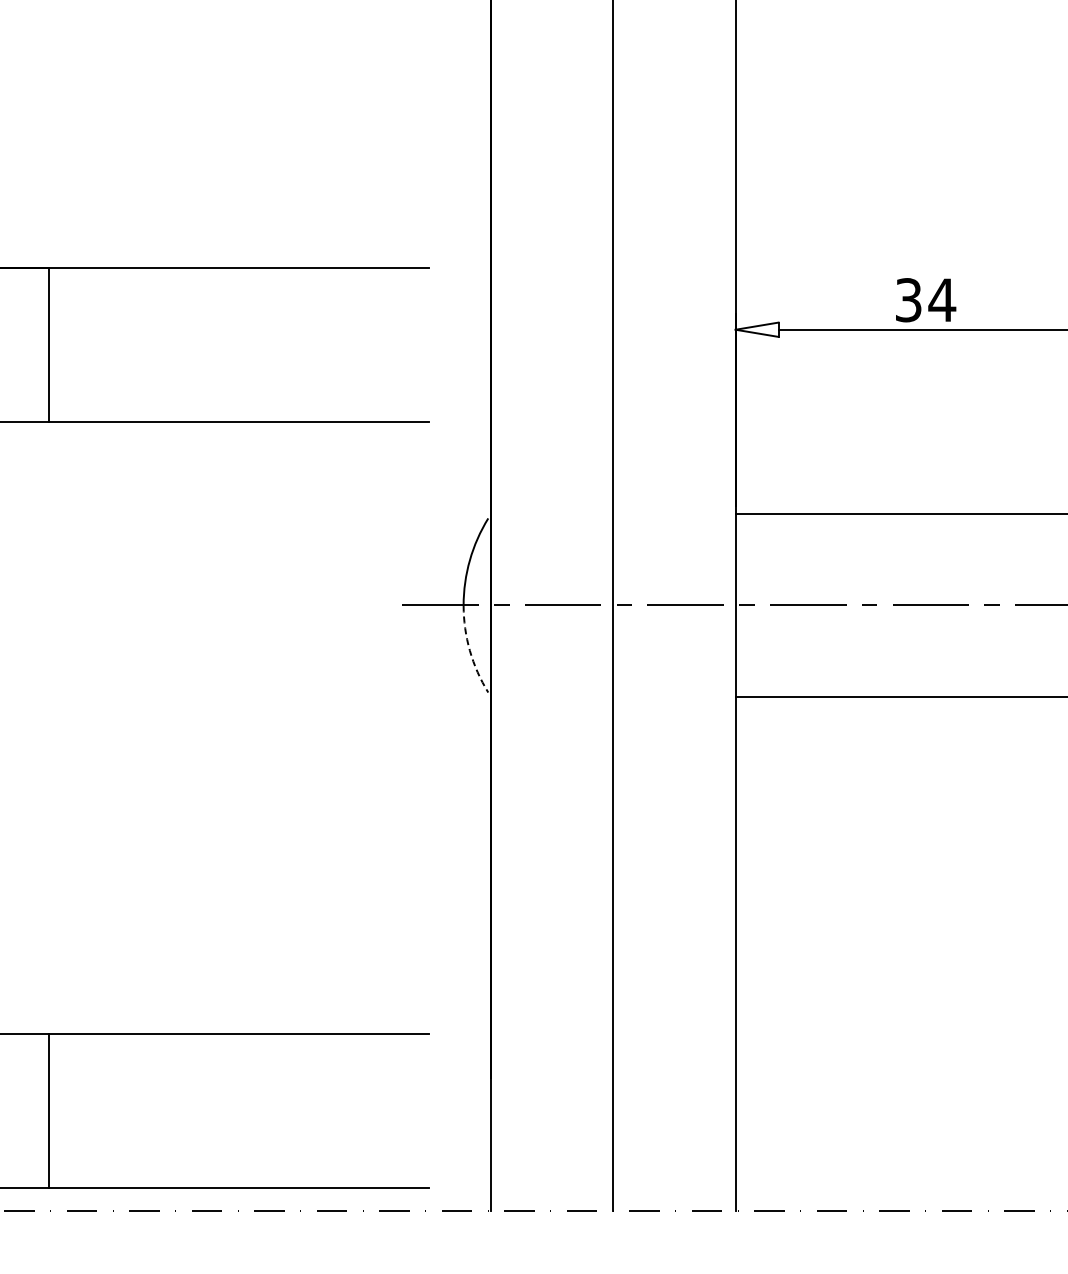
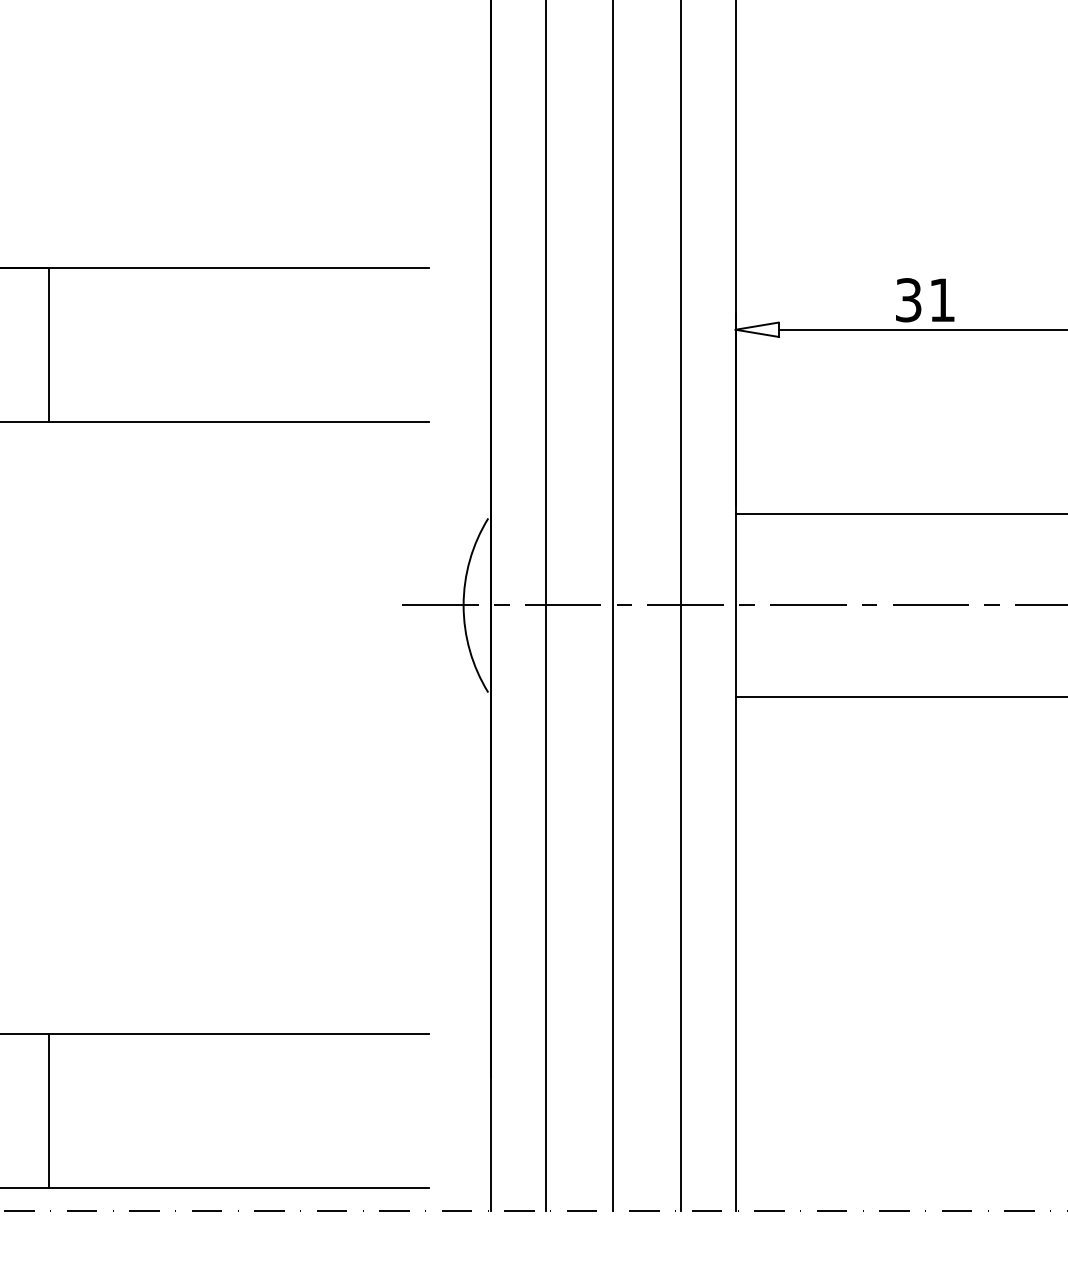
text at (942, 299): 34 -> 31
line at (545, 606): none -> present
line at (680, 606): none -> present
arc at (469, 650): dashed -> solid
